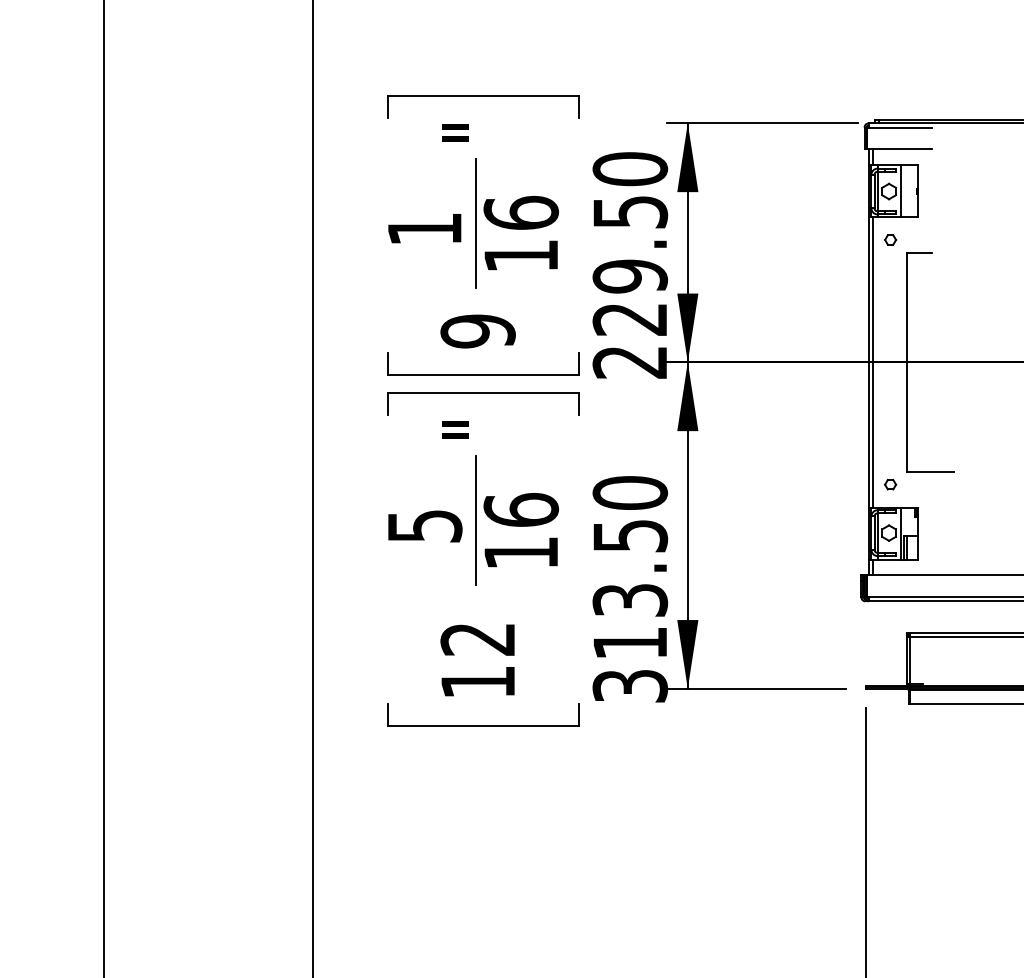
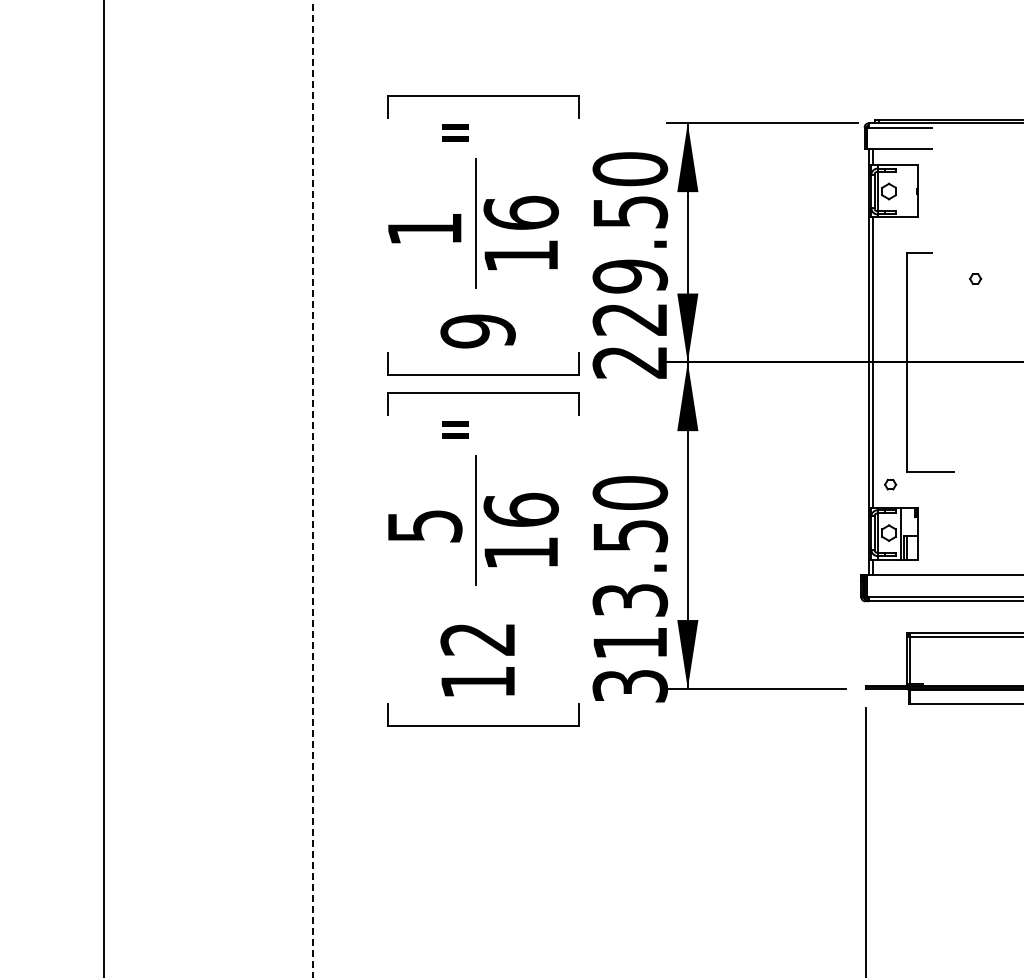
line at (900, 191): present -> none
part at (890, 239) position: (890, 239) -> (975, 278)
line at (312, 488): solid -> dashed
